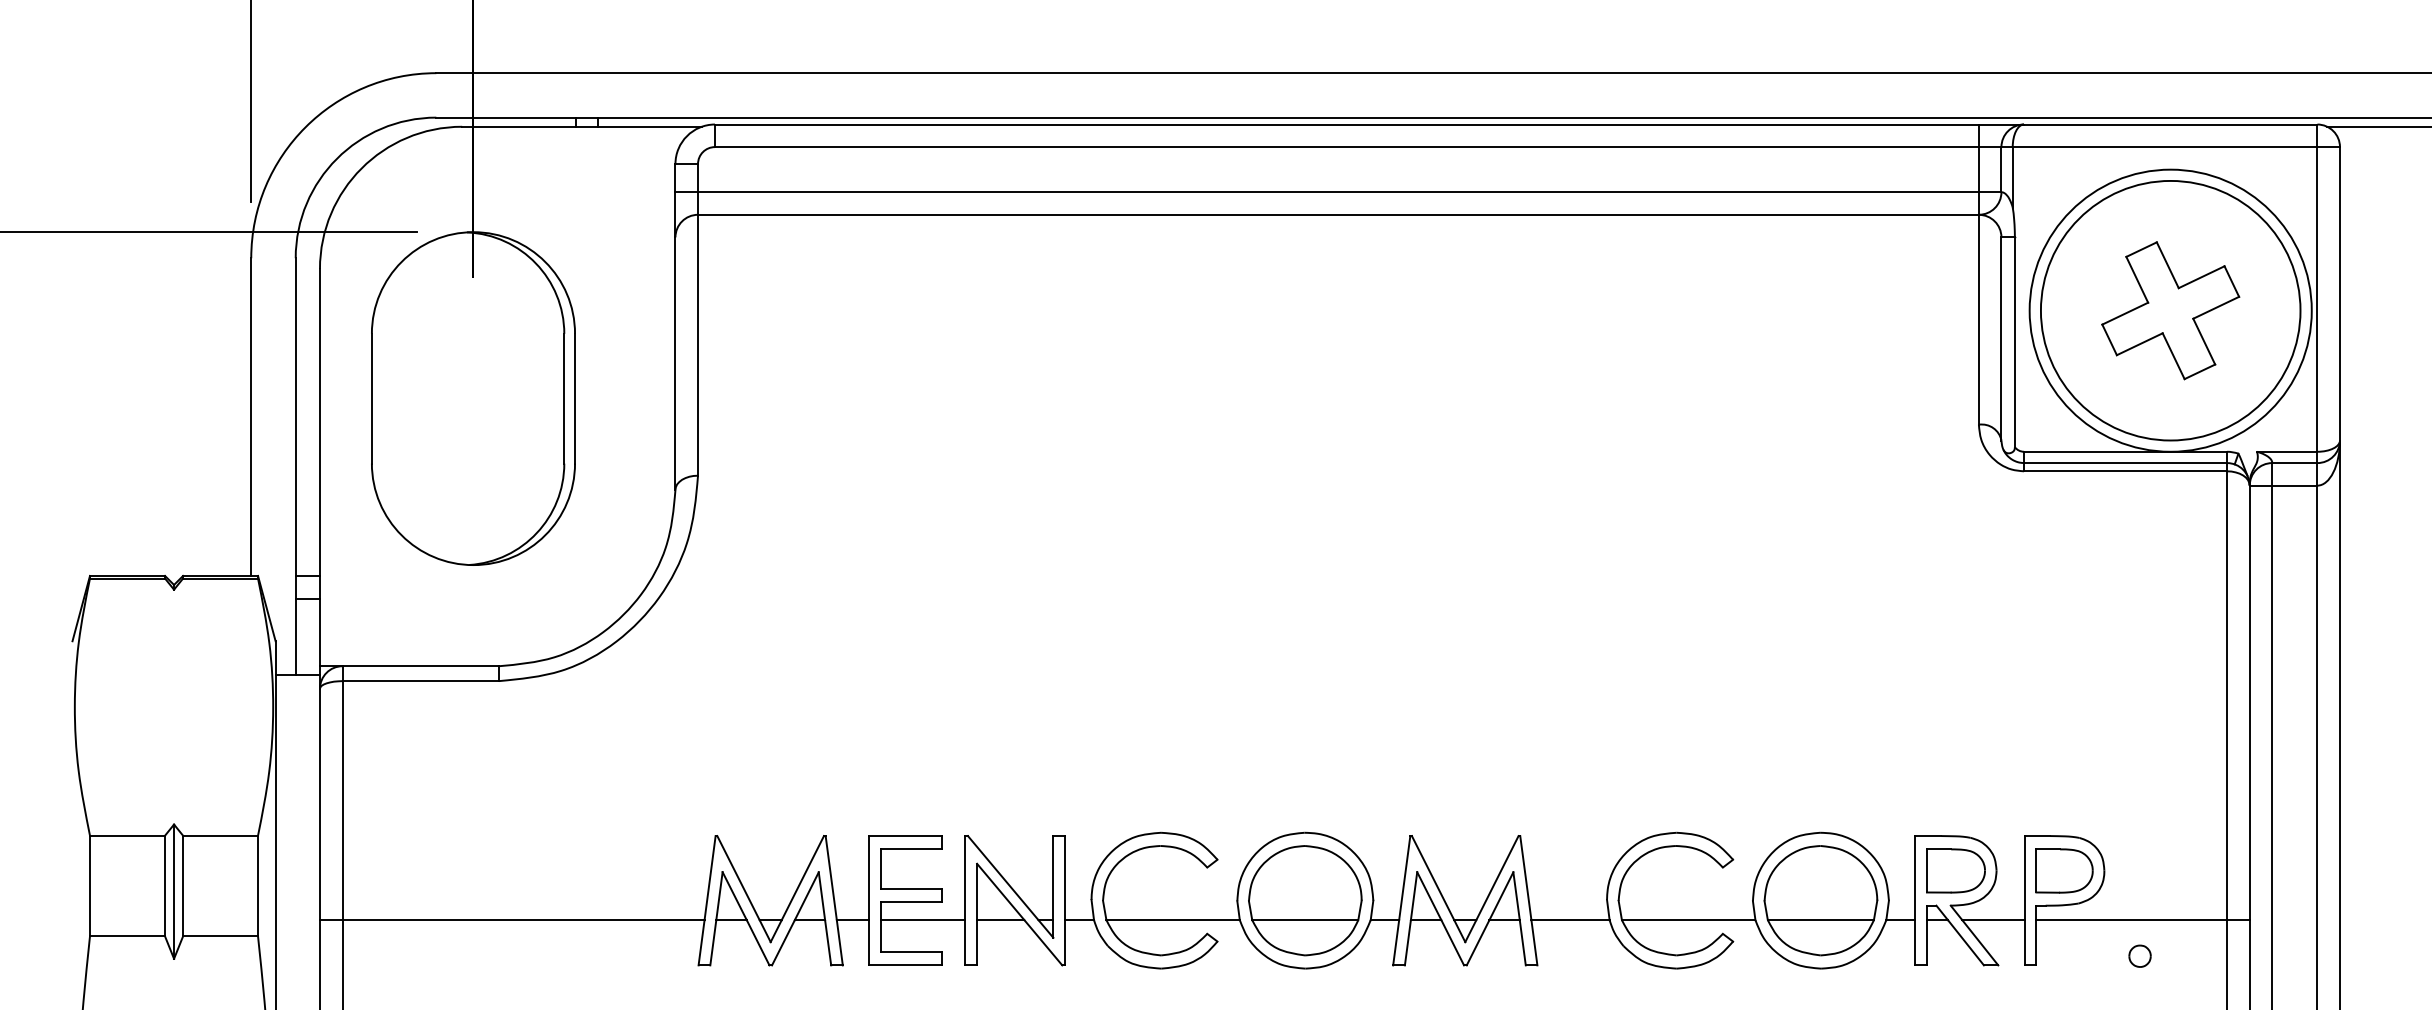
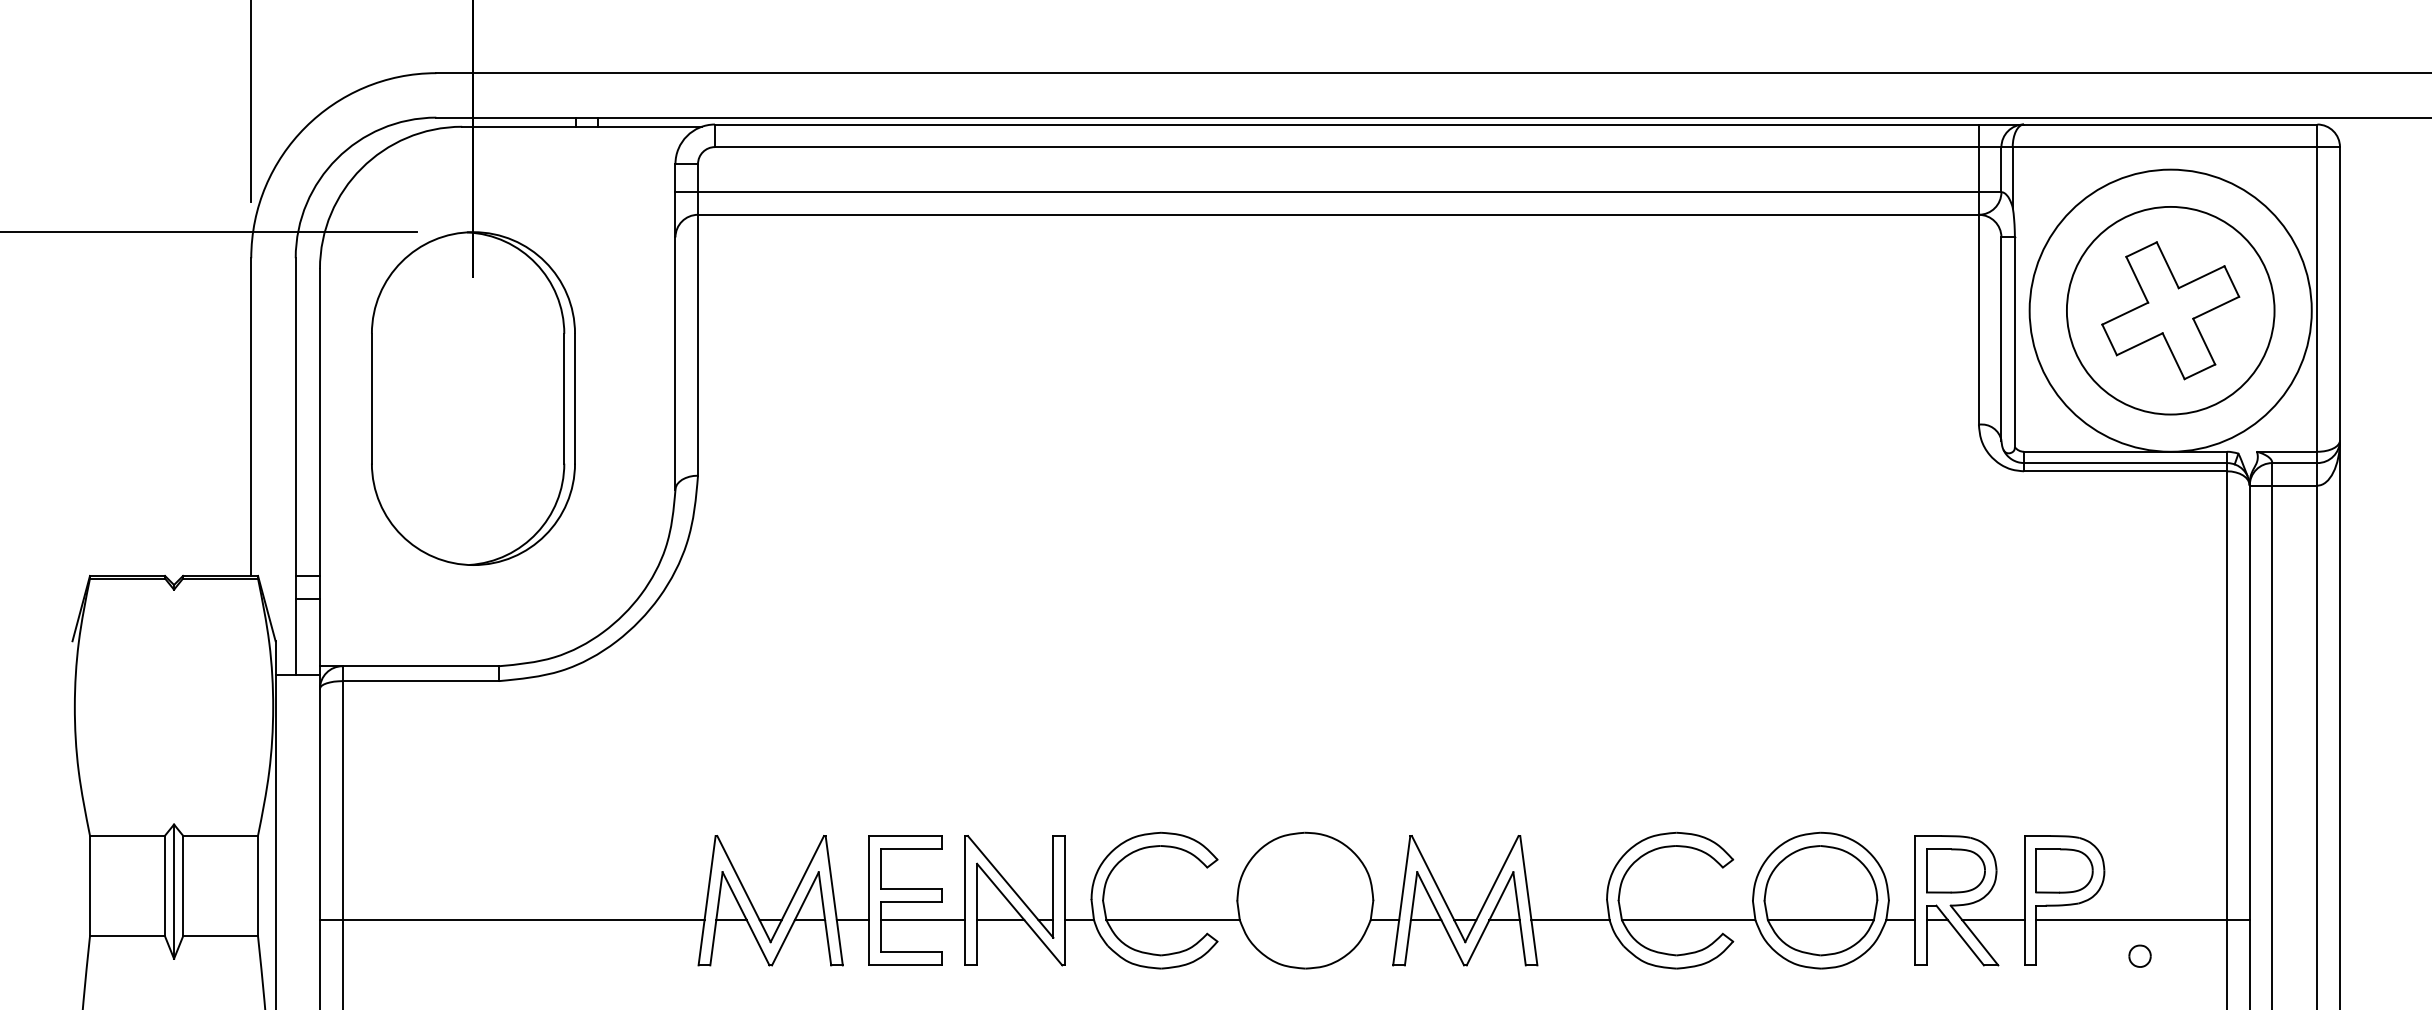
line at (2377, 126): present -> none
circle at (2170, 310) diameter: 260 px -> 208 px
part at (1305, 900): present -> none
